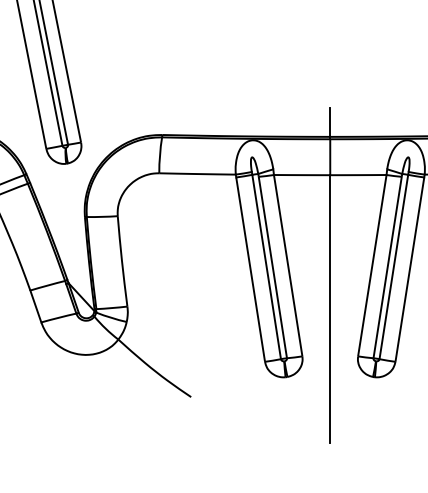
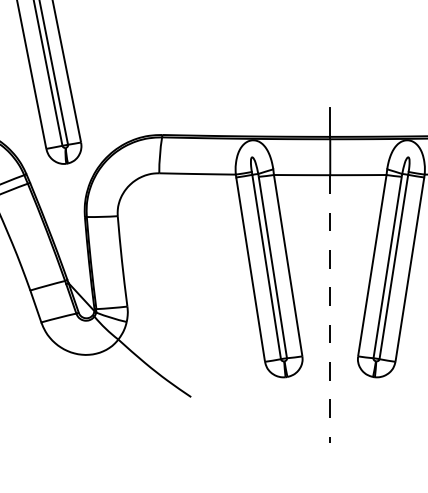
line at (330, 309): solid -> dashed
